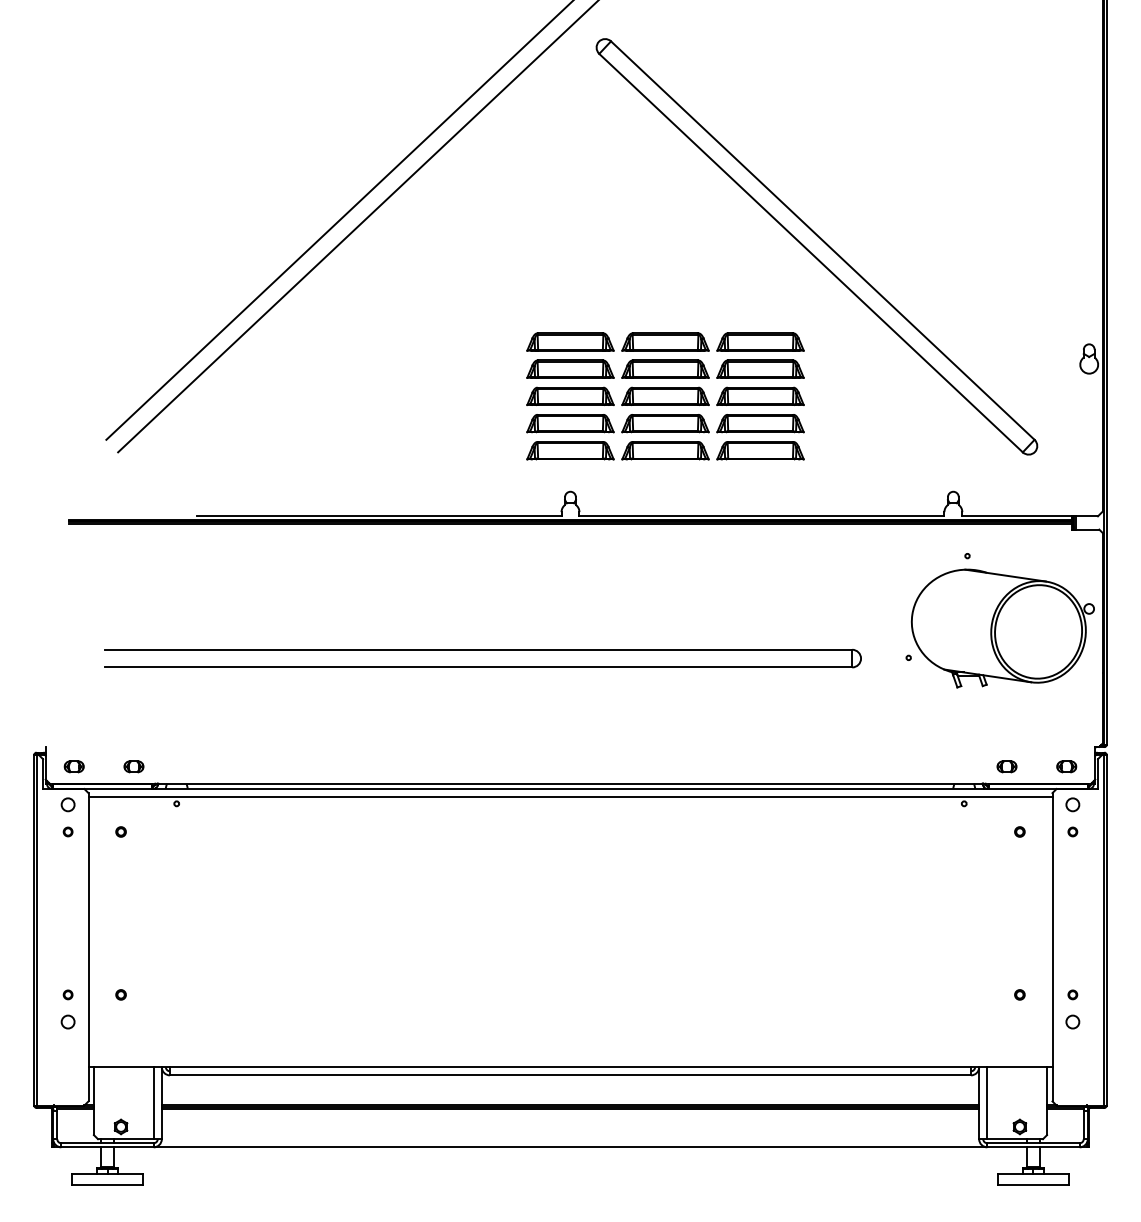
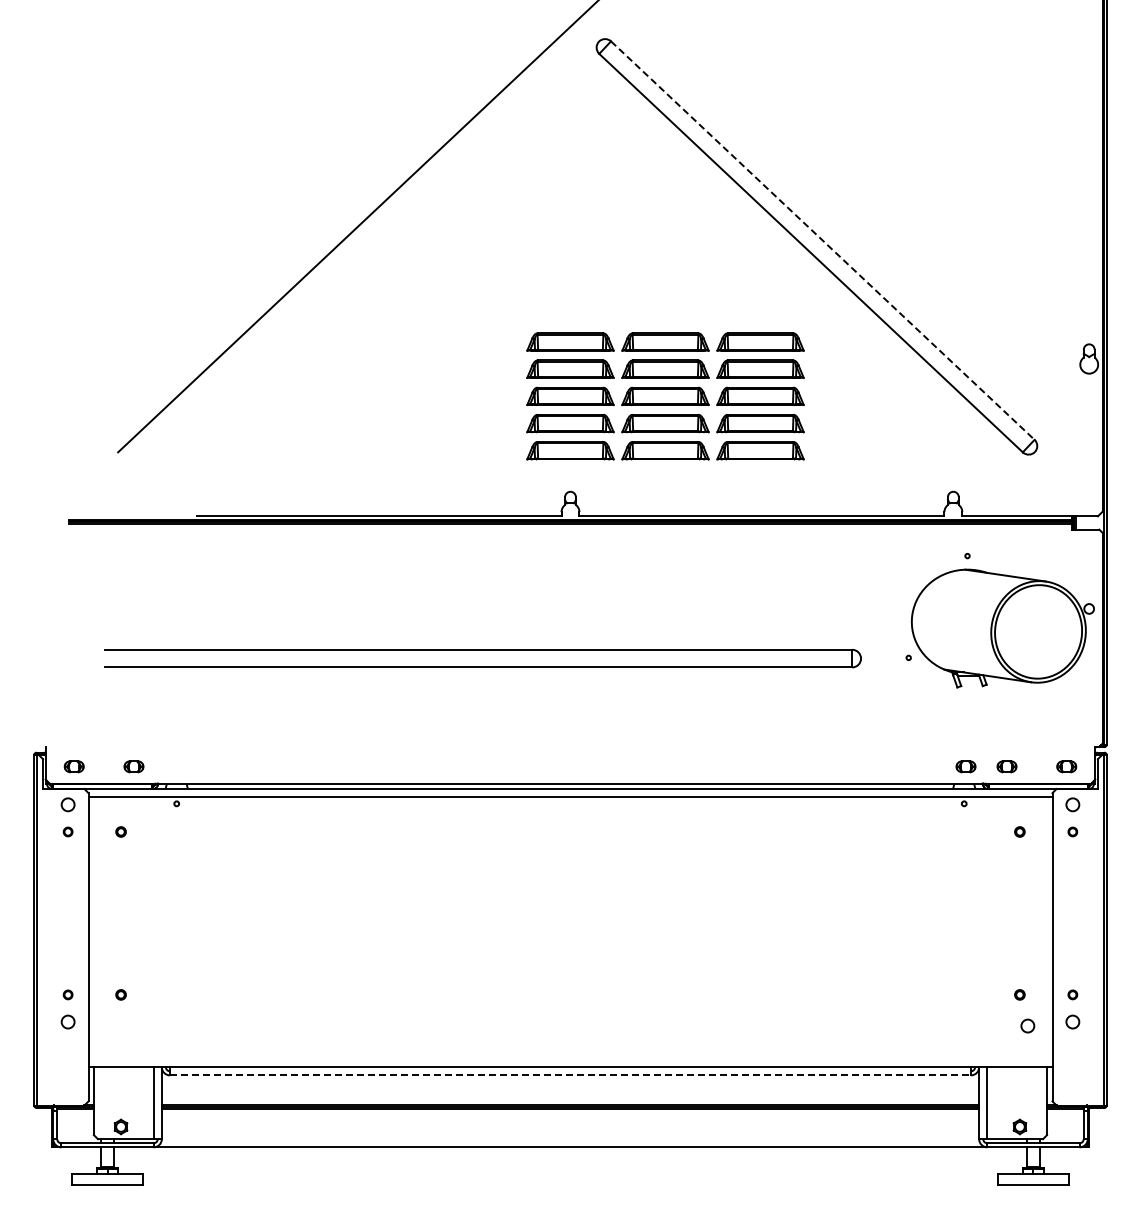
line at (338, 220): present -> none
line at (822, 240): solid -> dashed
part at (965, 766): none -> present
circle at (1027, 1025): none -> present
line at (570, 1075): solid -> dashed
